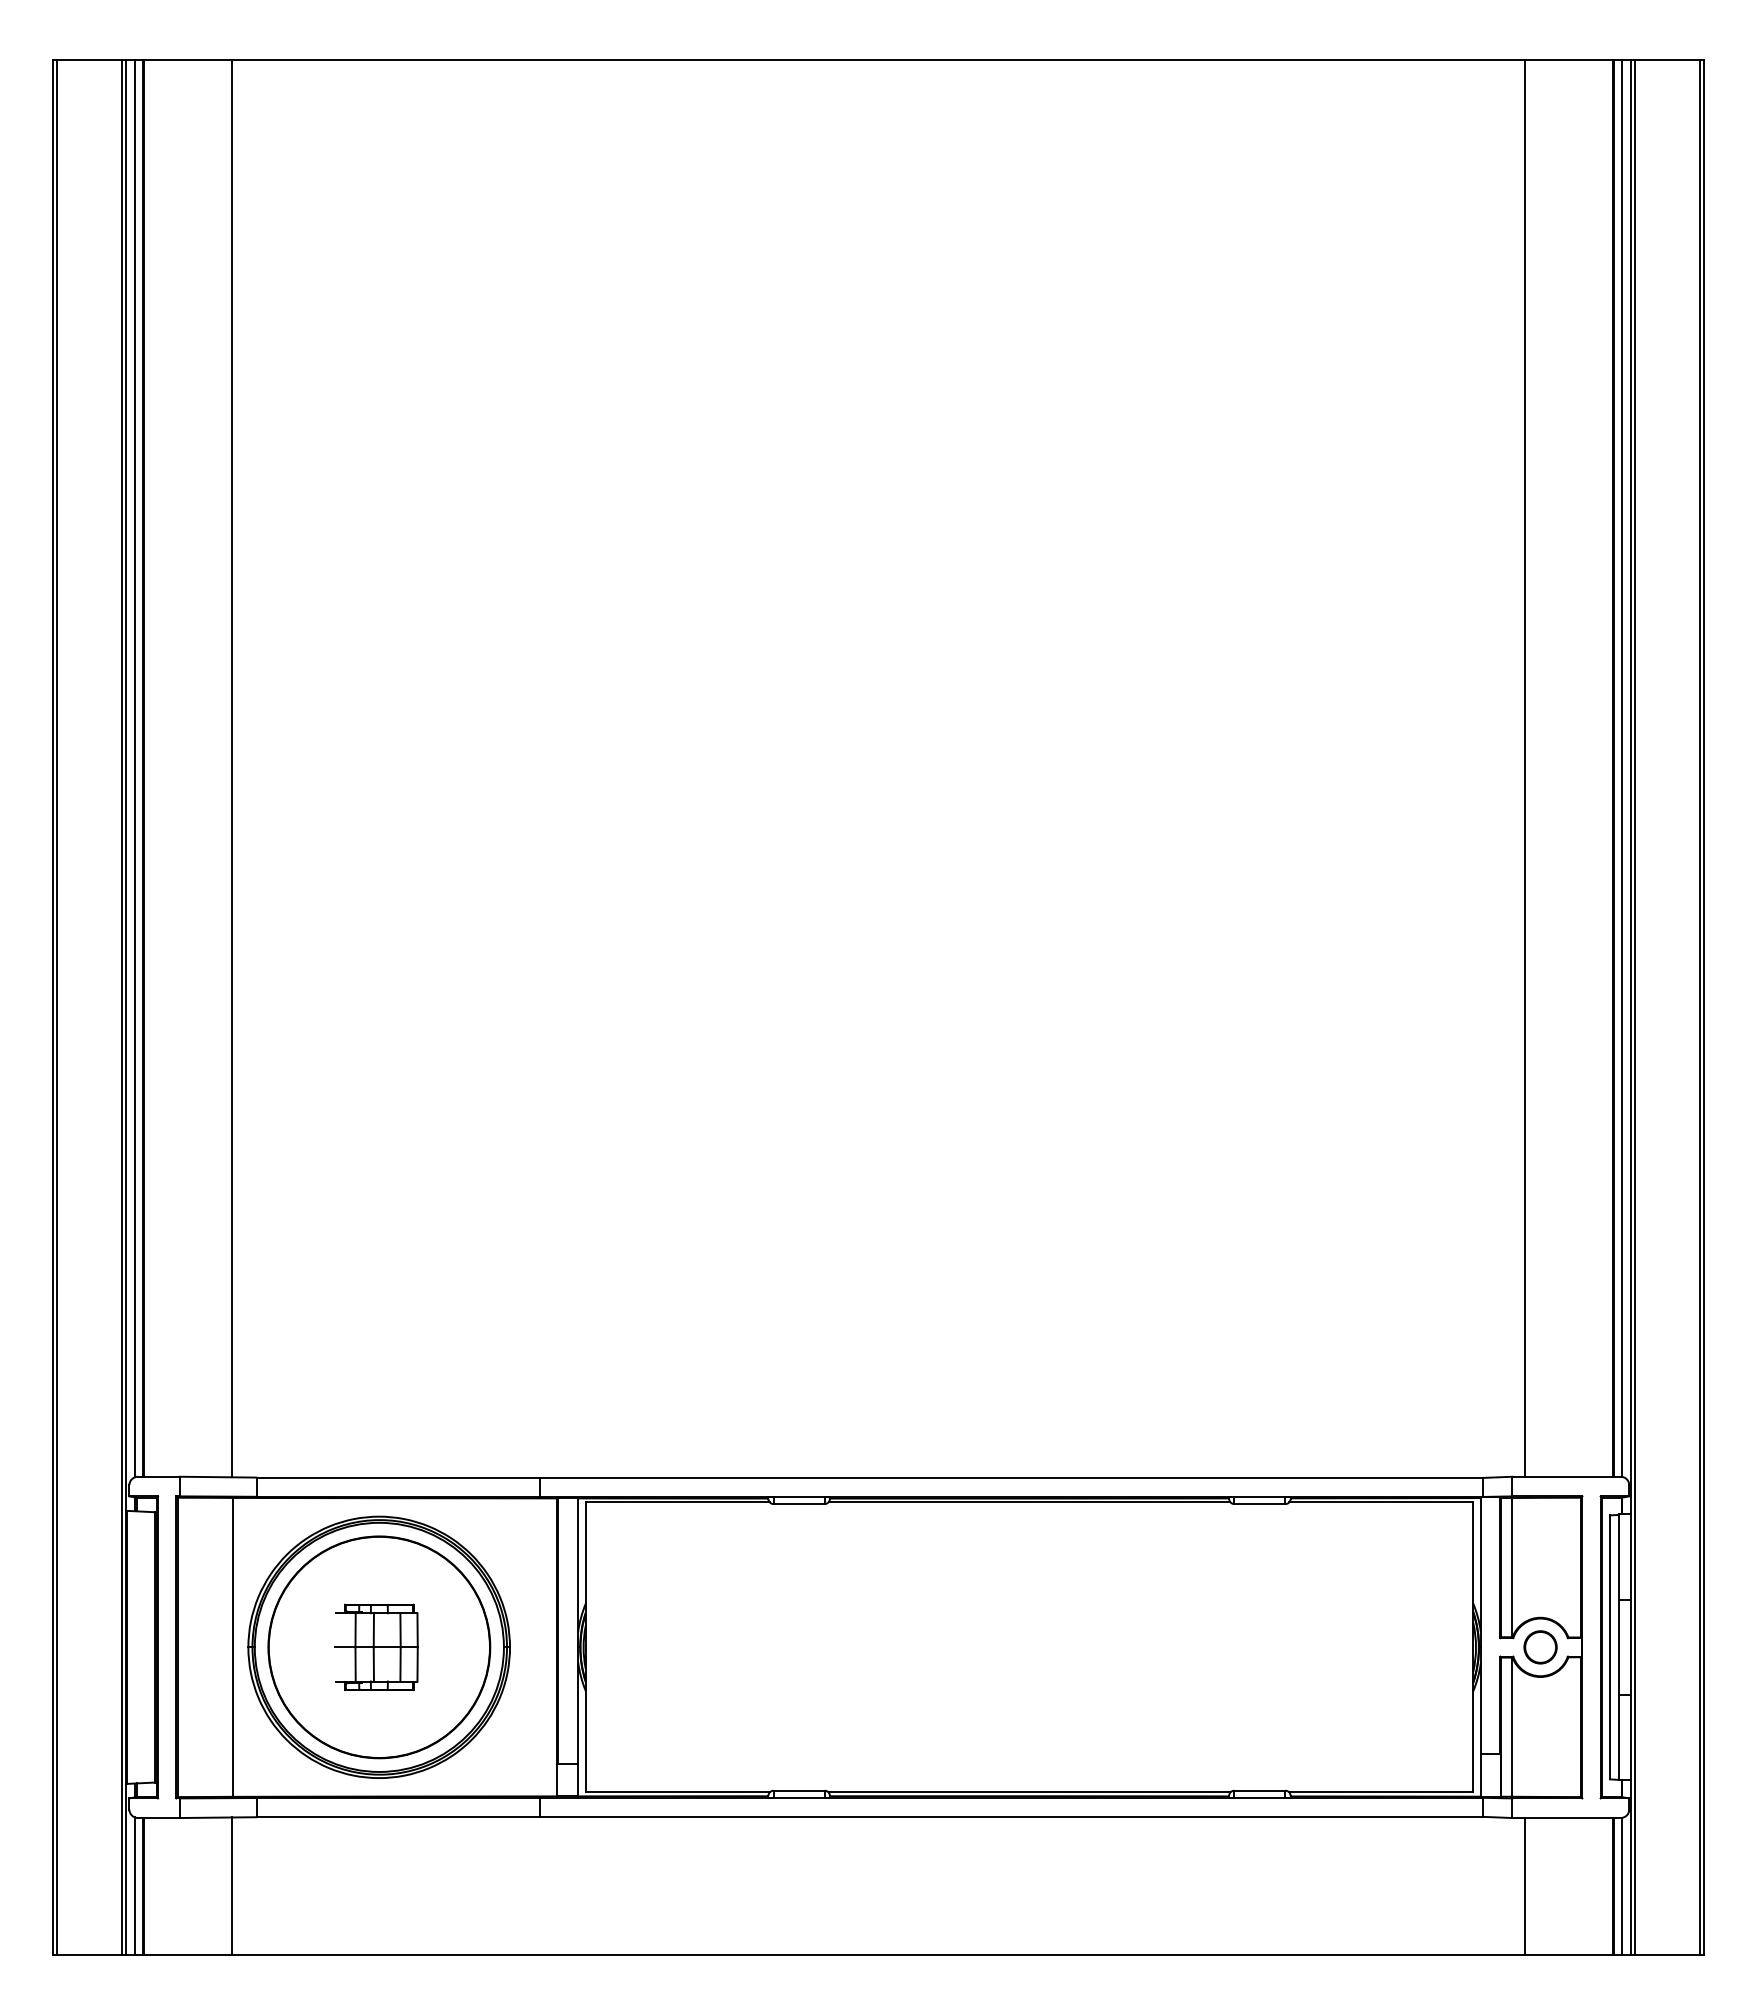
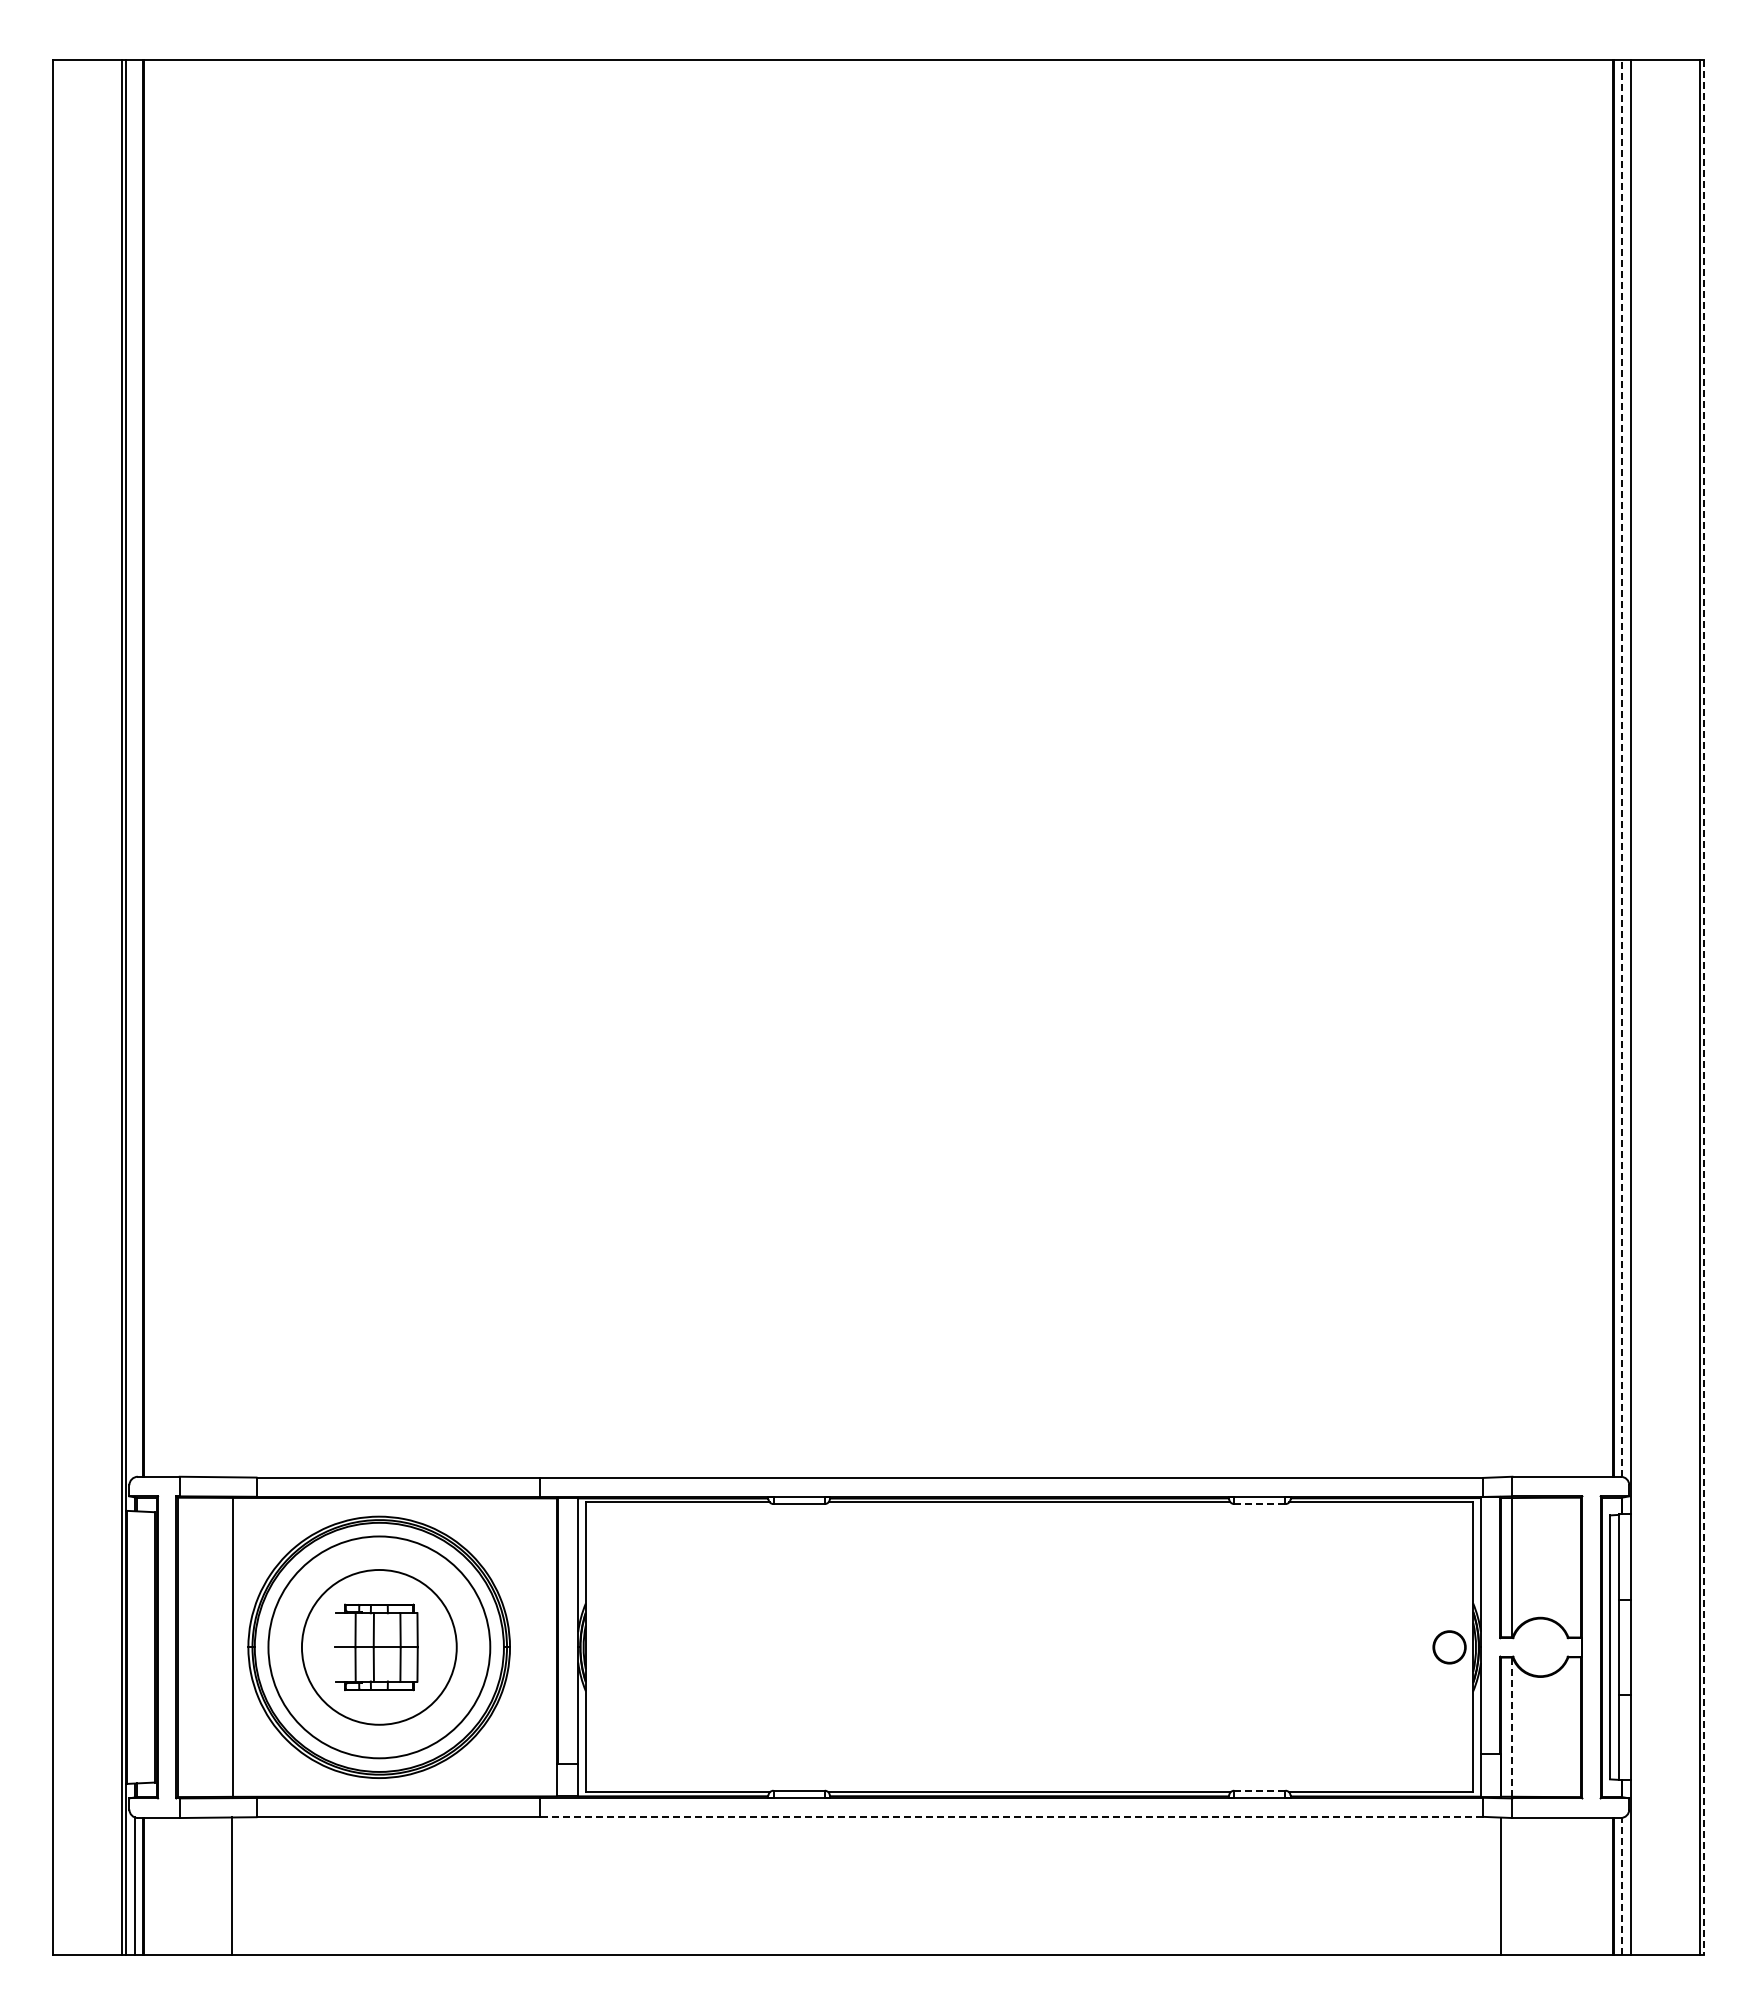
line at (134, 768): present -> none
line at (232, 768): present -> none
line at (1524, 768): present -> none
line at (1622, 768): solid -> dashed
line at (56, 1007): present -> none
line at (1635, 1007): present -> none
line at (1704, 1007): solid -> dashed
line at (1259, 1504): solid -> dashed
circle at (378, 1646) diameter: 221 px -> 155 px
circle at (1540, 1647) position: (1540, 1647) -> (1449, 1647)
line at (1512, 1727): solid -> dashed
line at (1259, 1790): solid -> dashed
line at (1011, 1816): solid -> dashed
line at (1622, 1885): solid -> dashed
line at (1524, 1886) position: (1524, 1886) -> (1500, 1886)
